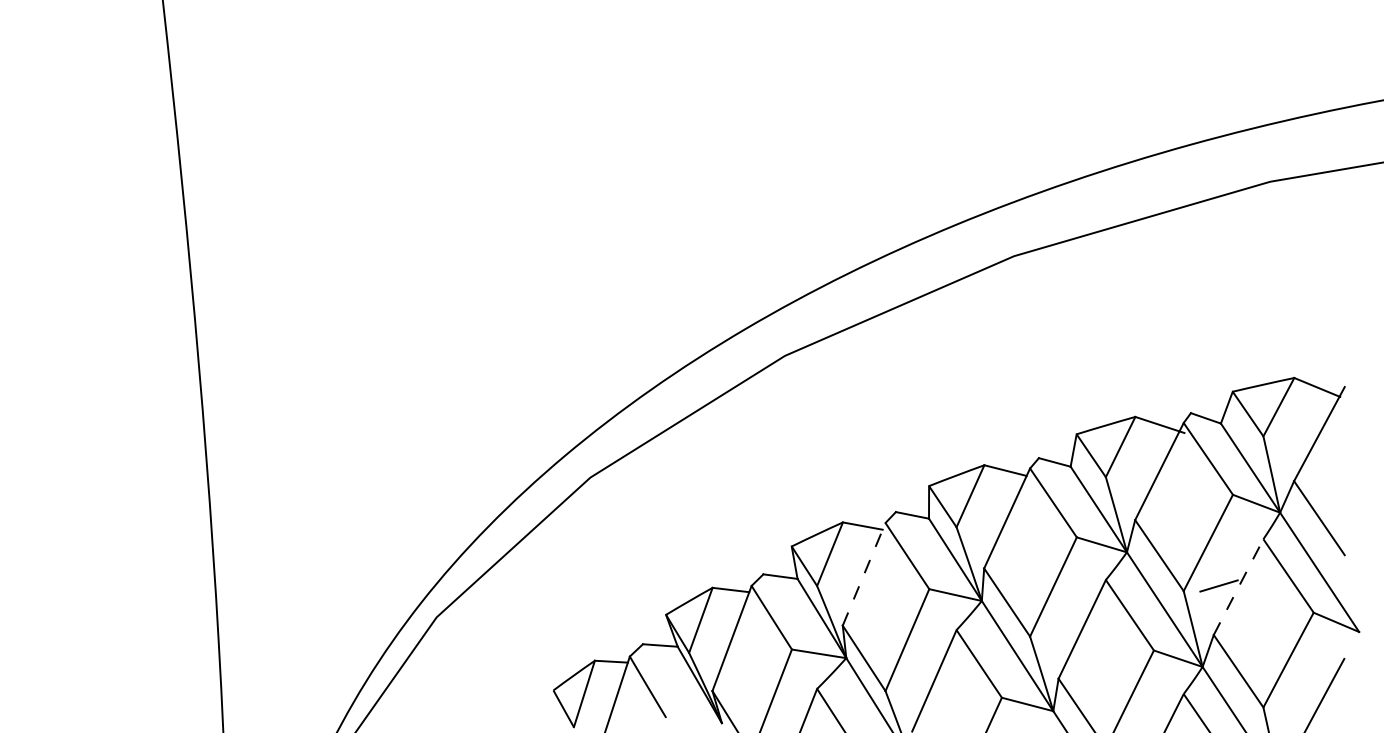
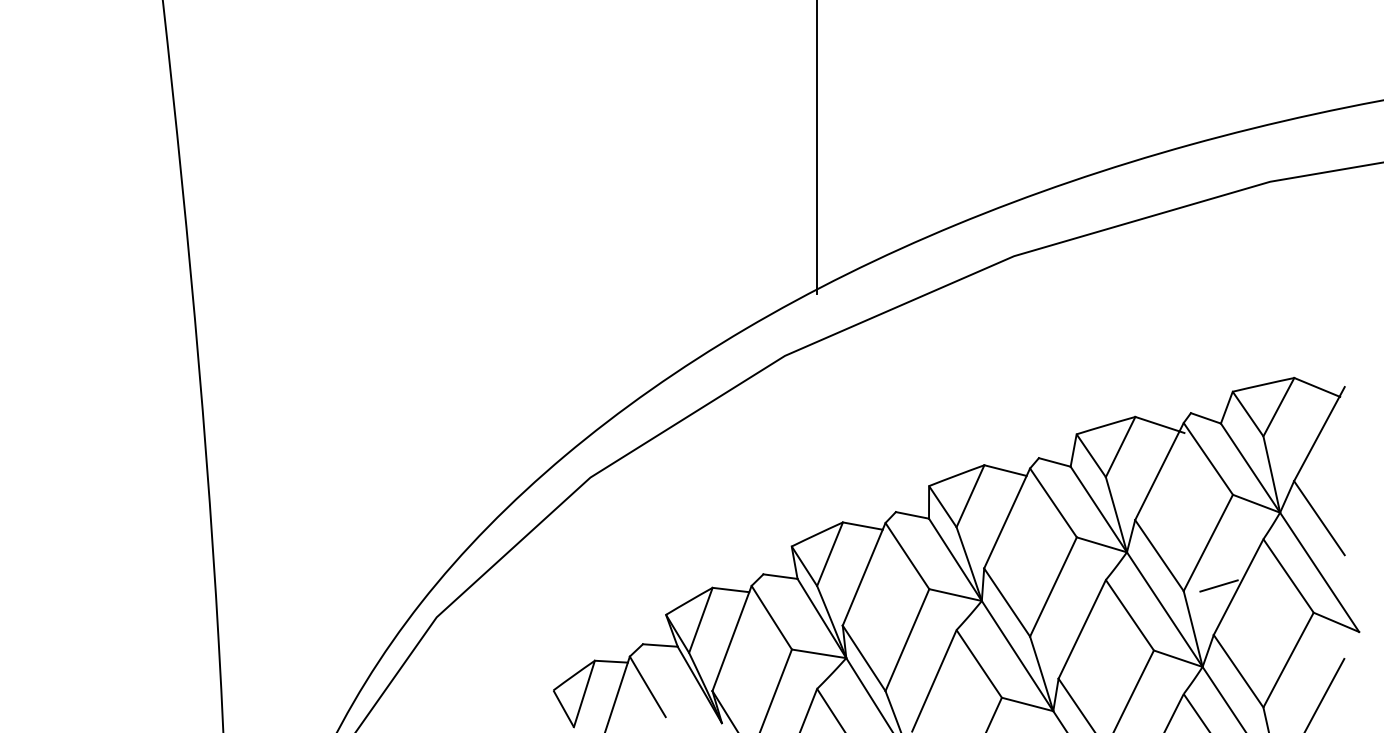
line at (816, 147): none -> present
line at (864, 574): dashed -> solid
line at (1238, 587): dashed -> solid
